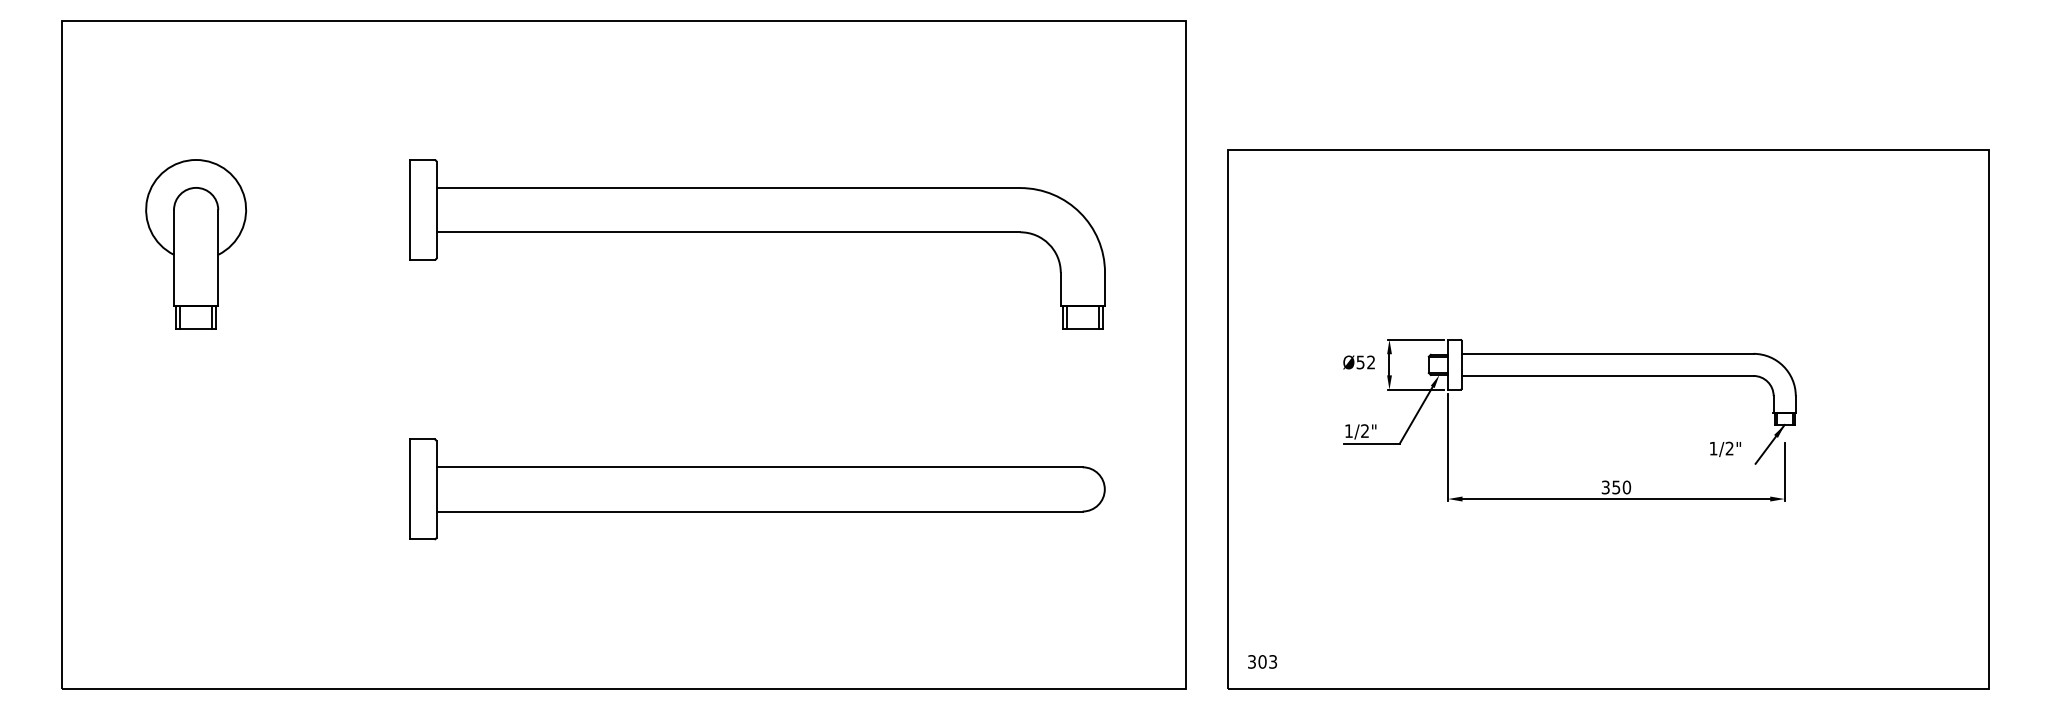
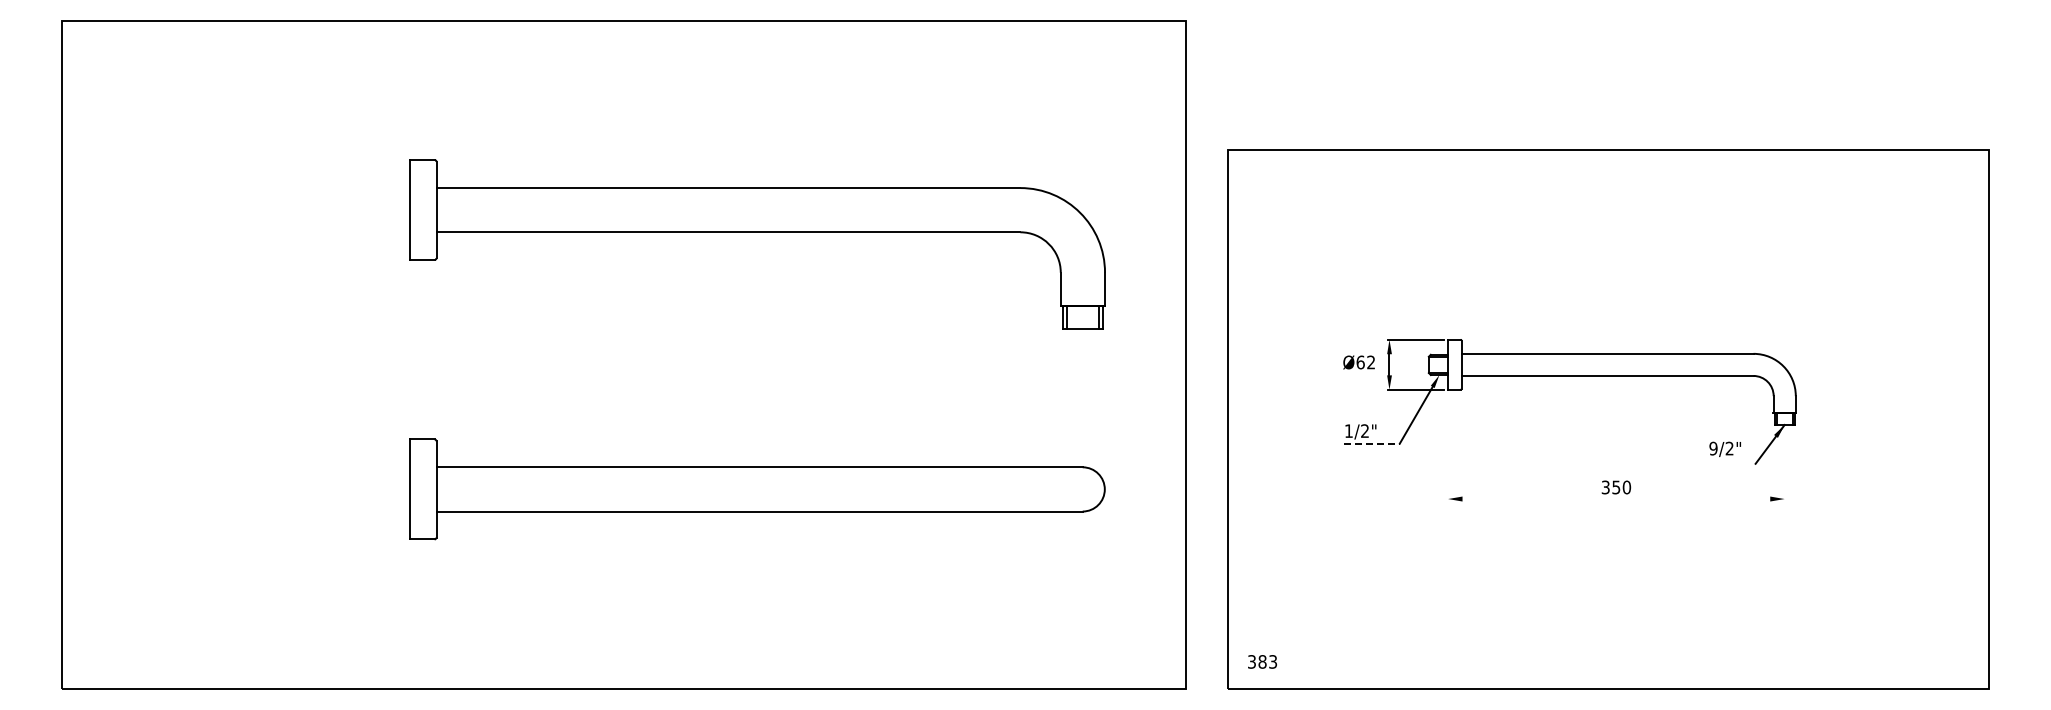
part at (196, 244): present -> none
text at (1360, 362): Ø52 -> Ø62
line at (1372, 443): solid -> dashed
line at (1448, 446): present -> none
text at (1713, 448): 1/2" -> 9/2"
line at (1784, 471): present -> none
line at (1616, 499): present -> none
text at (1262, 661): 303 -> 383
